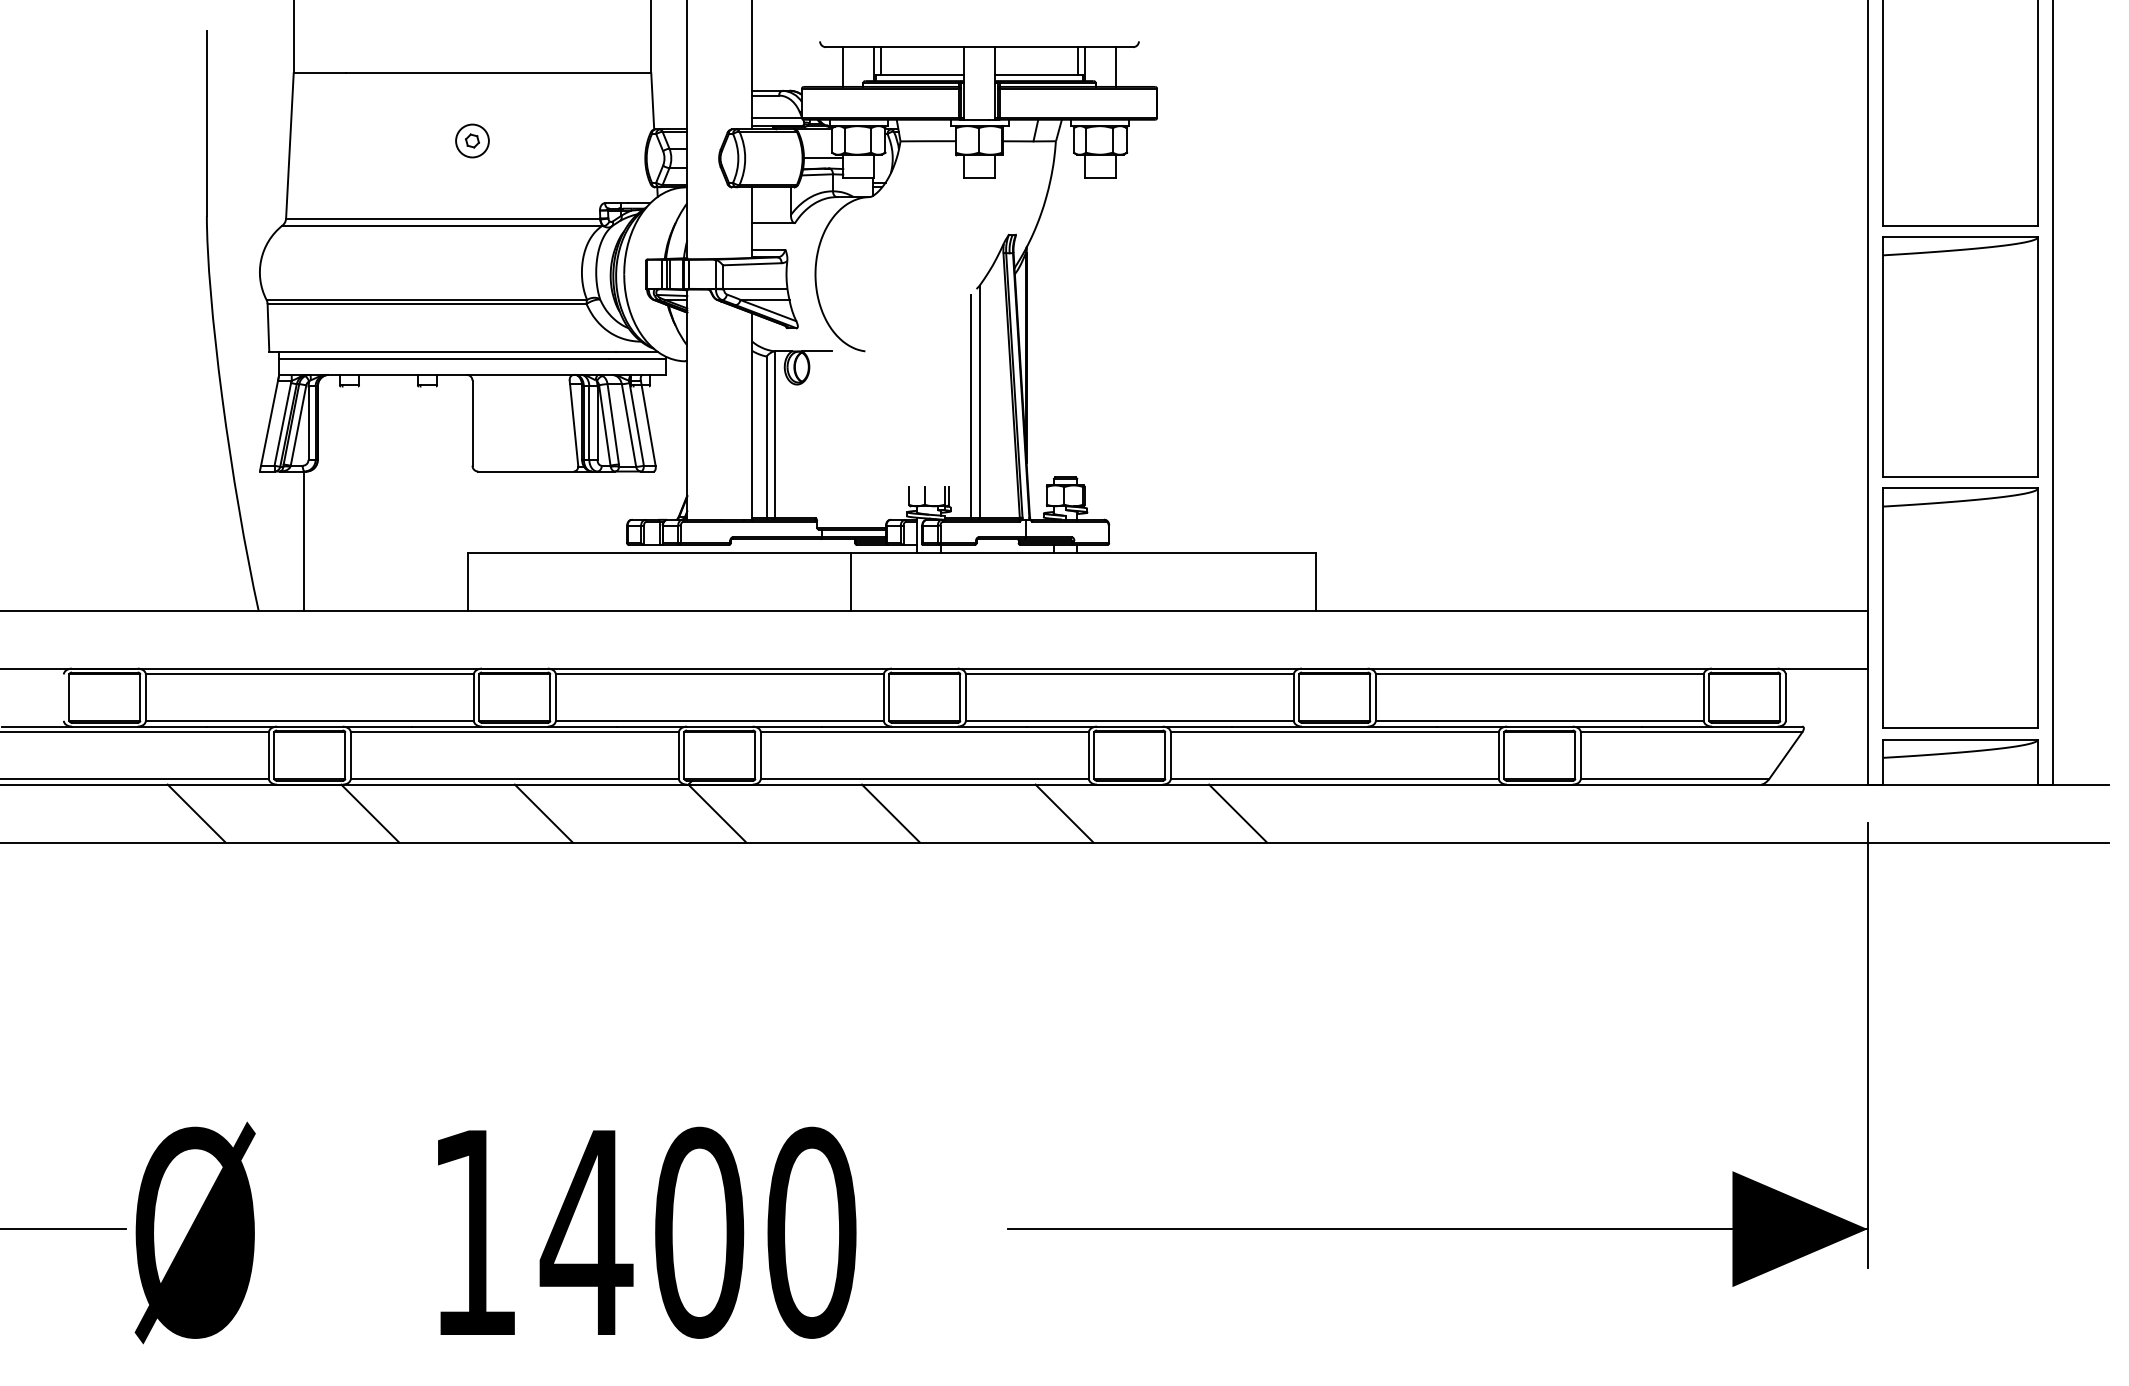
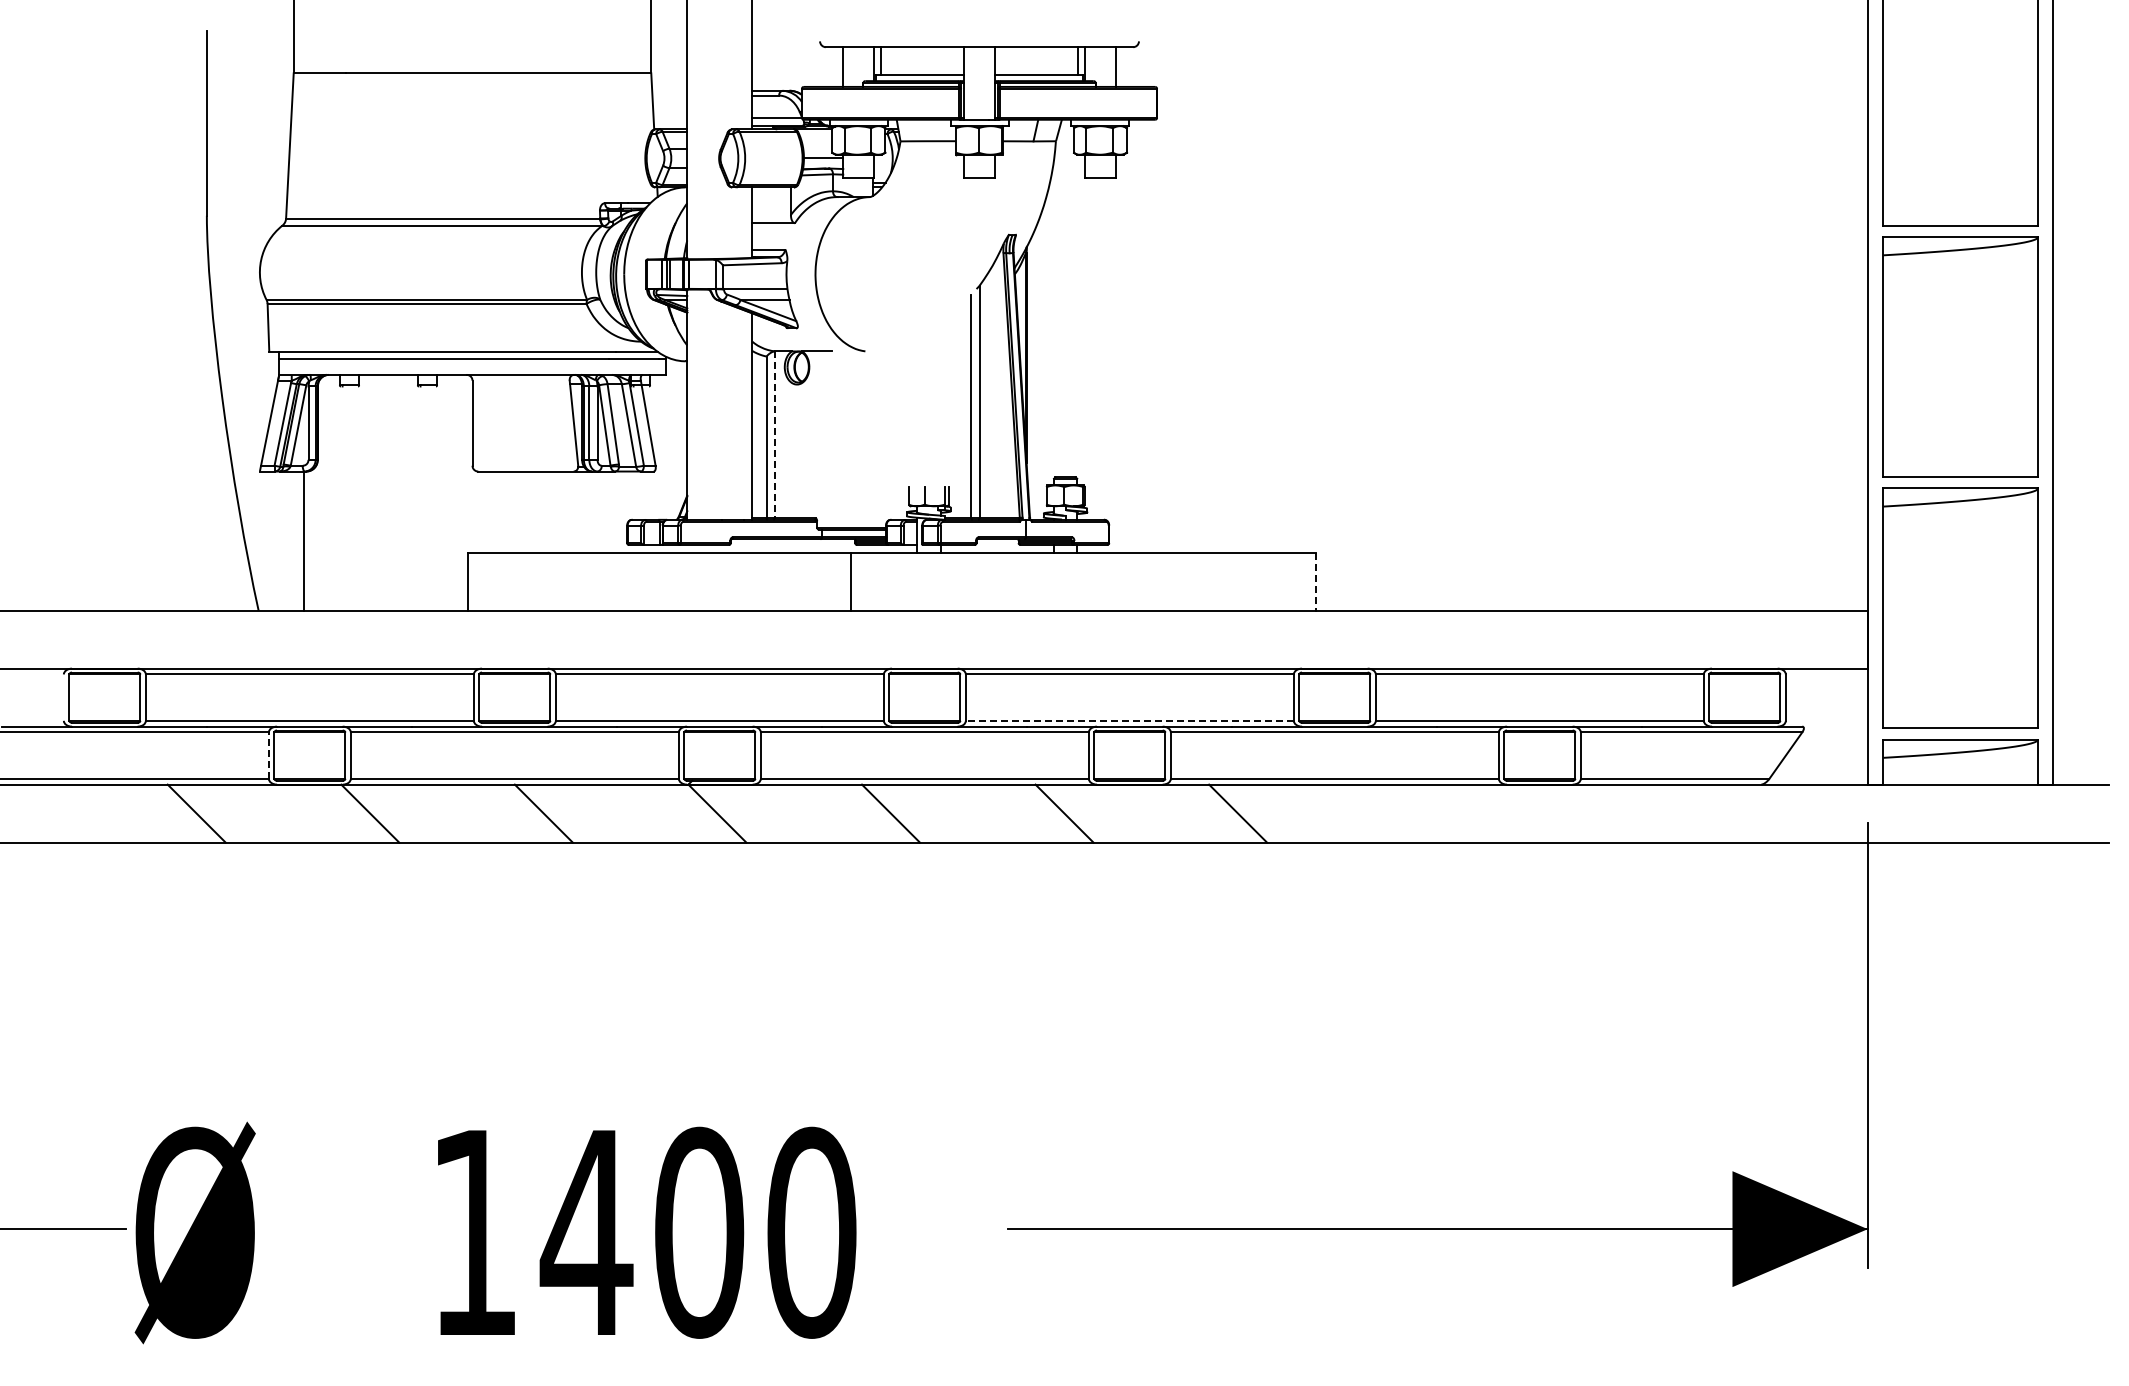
part at (472, 140): present -> none
line at (774, 435): solid -> dashed
line at (1315, 581): solid -> dashed
line at (1129, 720): solid -> dashed
line at (268, 755): solid -> dashed
